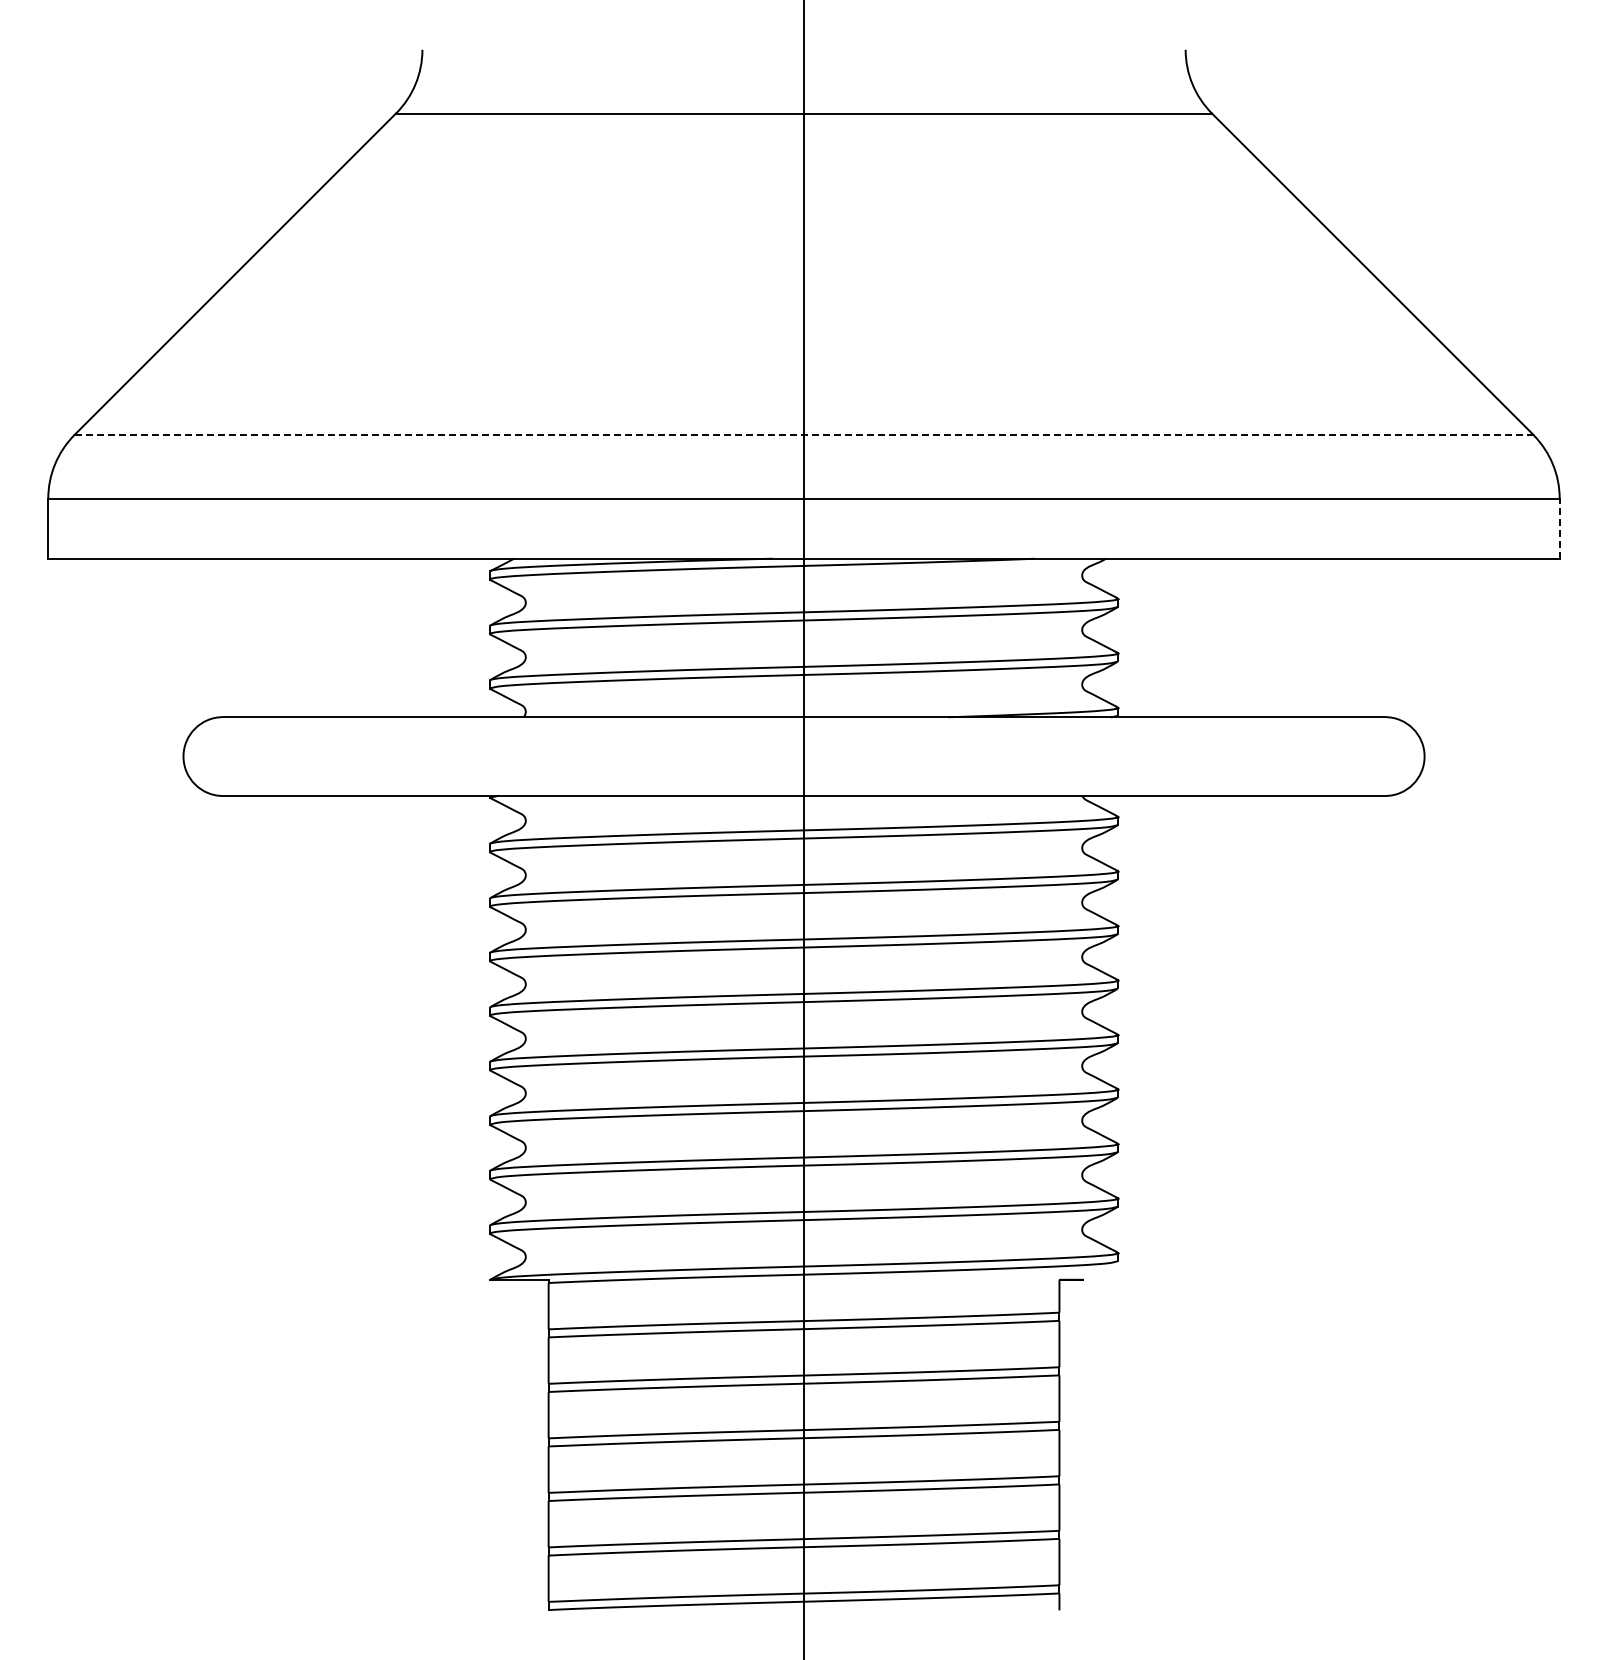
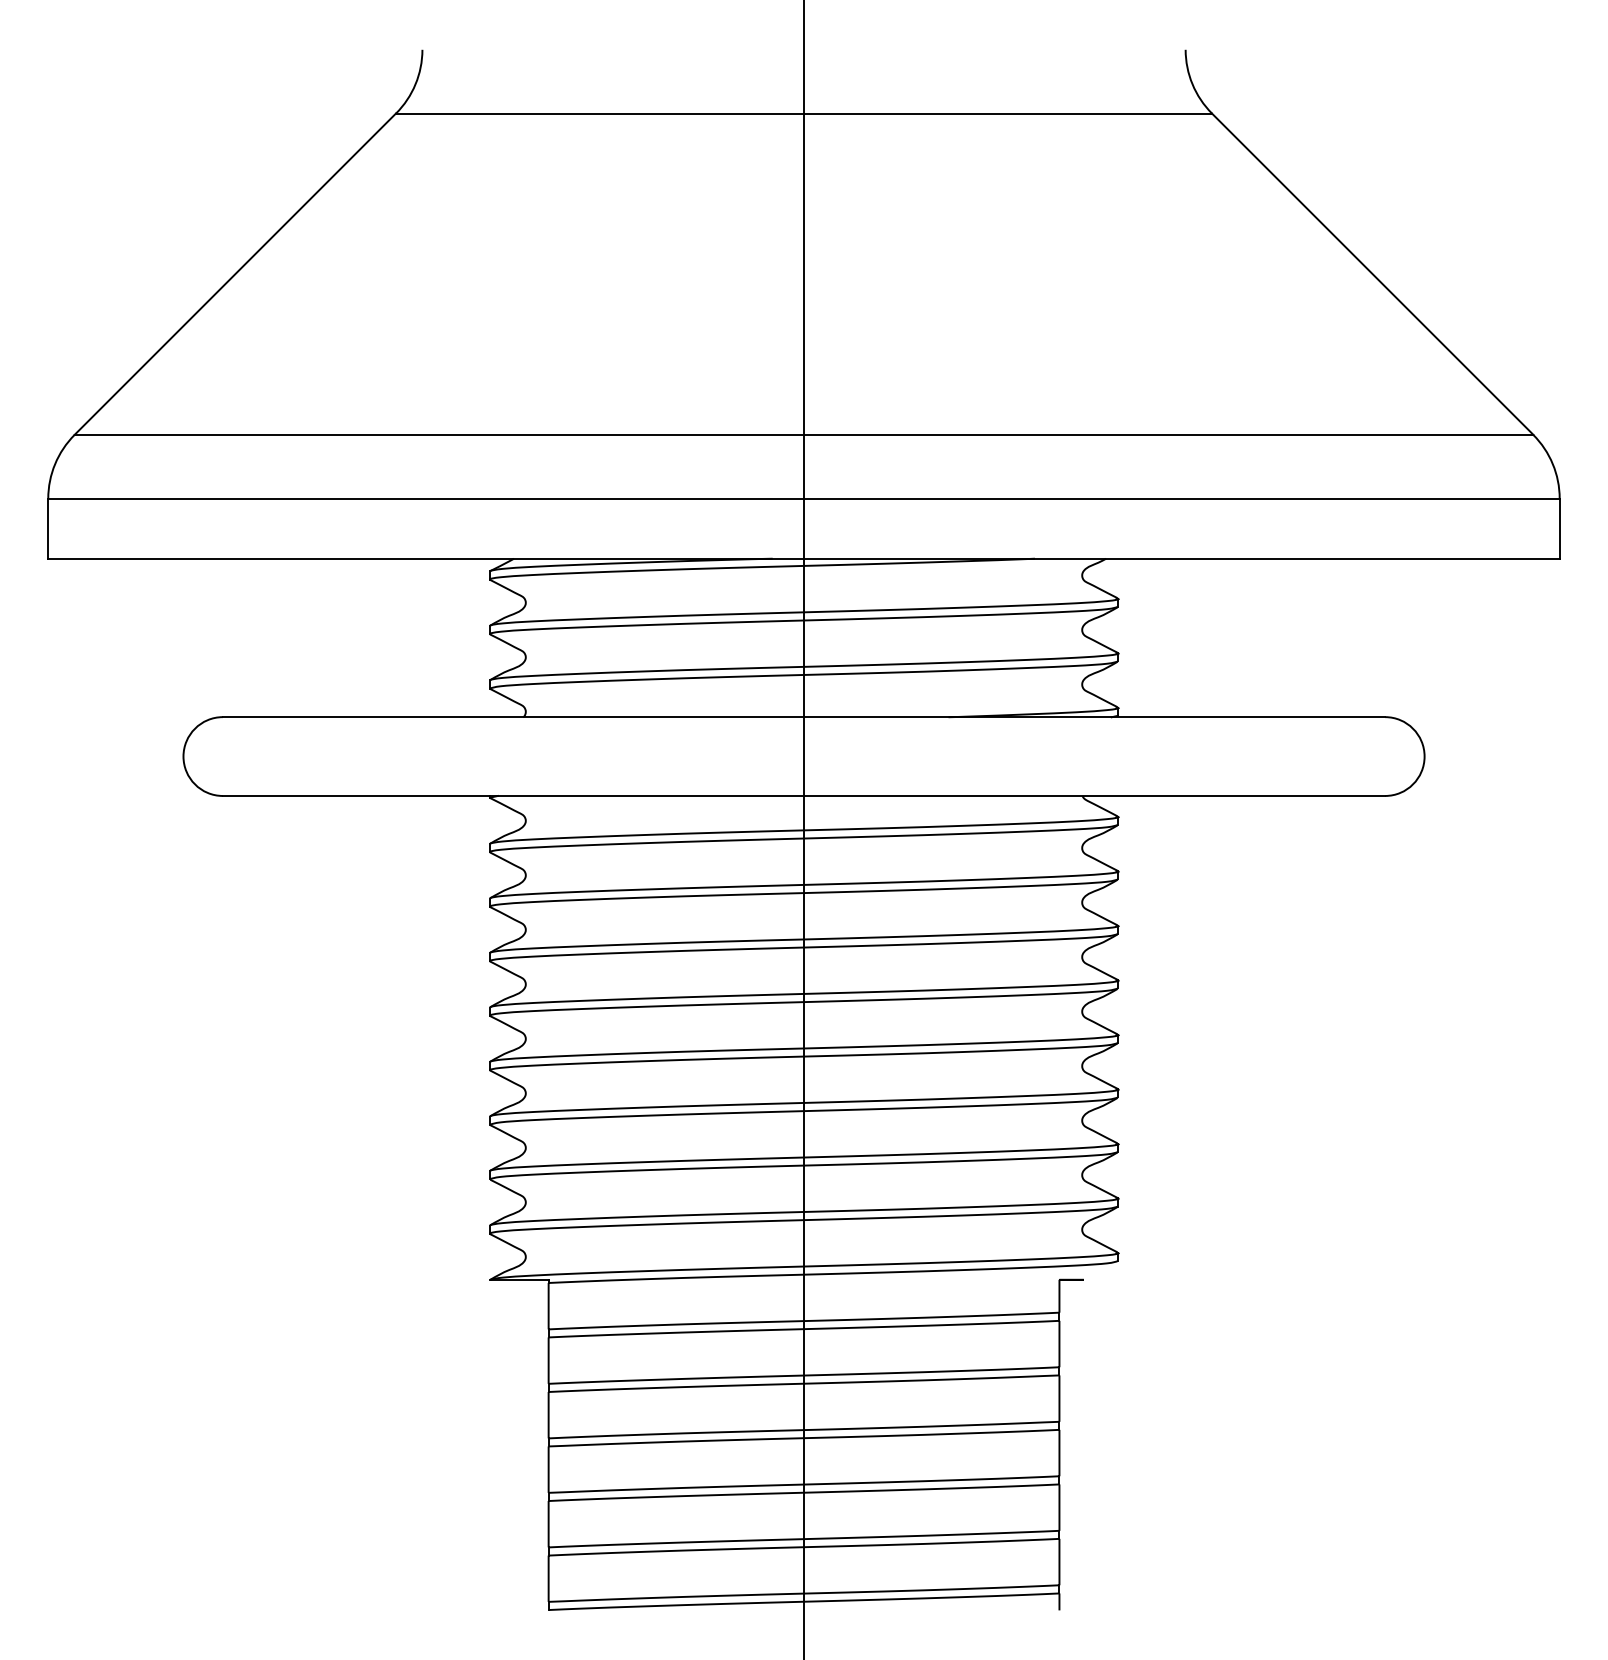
line at (804, 434): dashed -> solid
line at (1559, 528): dashed -> solid
